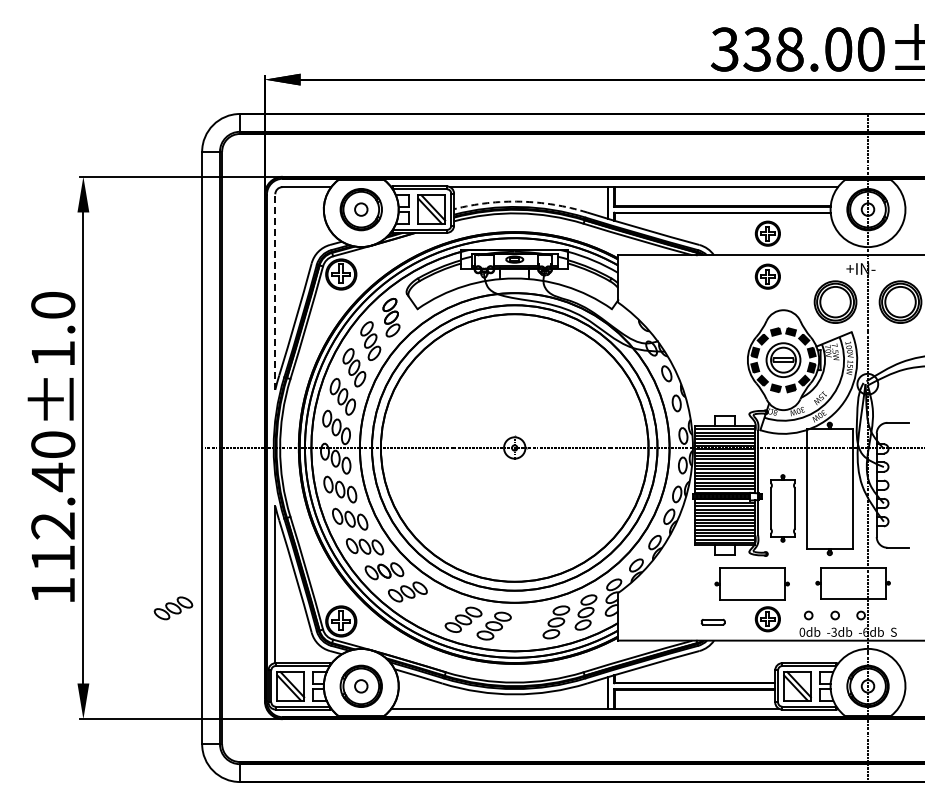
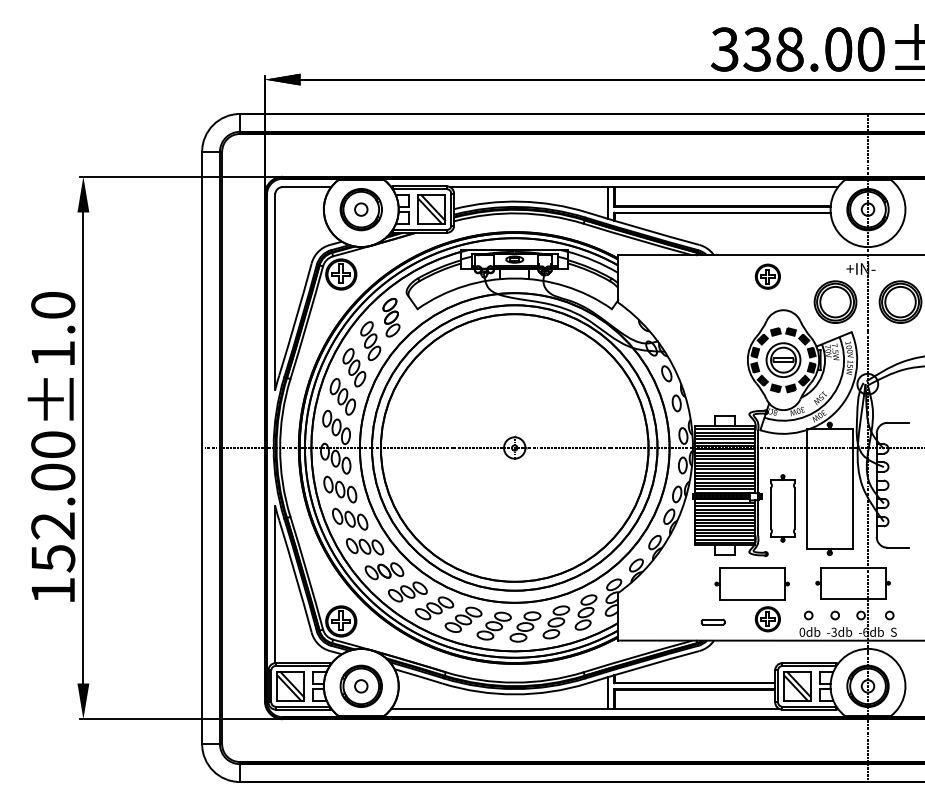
arc at (520, 201): dashed -> solid
part at (767, 233): present -> none
line at (275, 292): dashed -> solid
text at (53, 517): 112.40±1.0 -> 152.00±1.0
part at (173, 608) position: (173, 608) -> (434, 608)
circle at (889, 615): none -> present
part at (525, 626): none -> present
